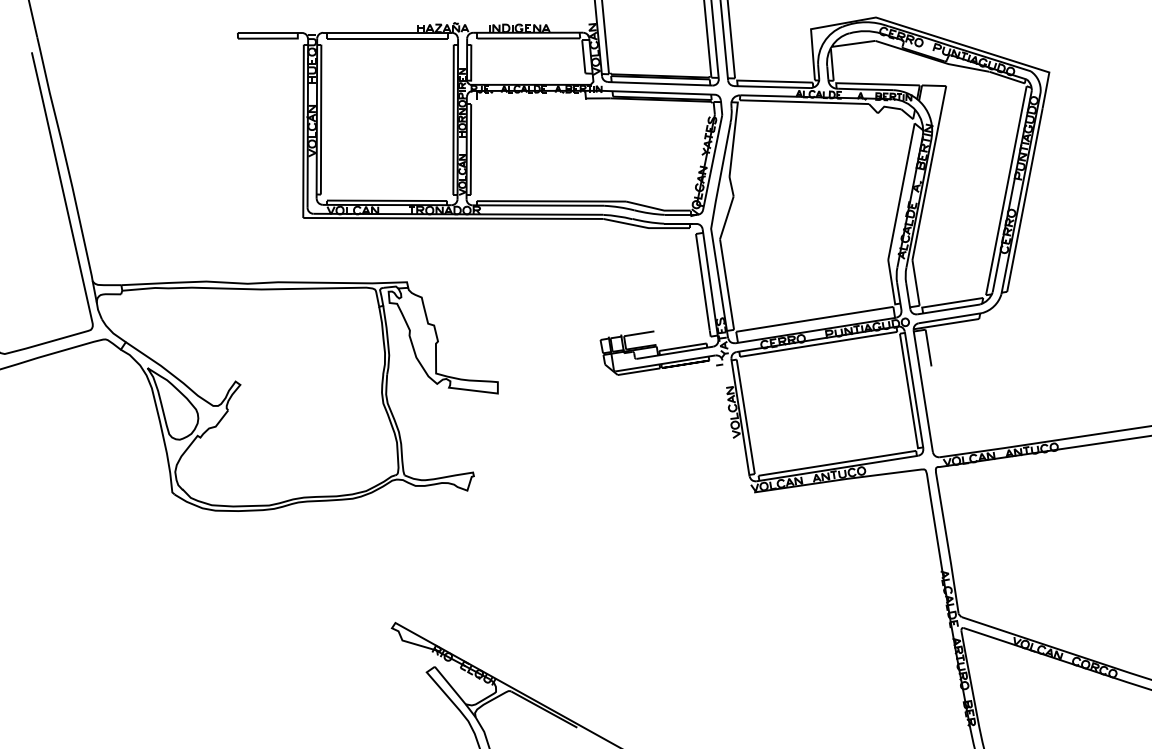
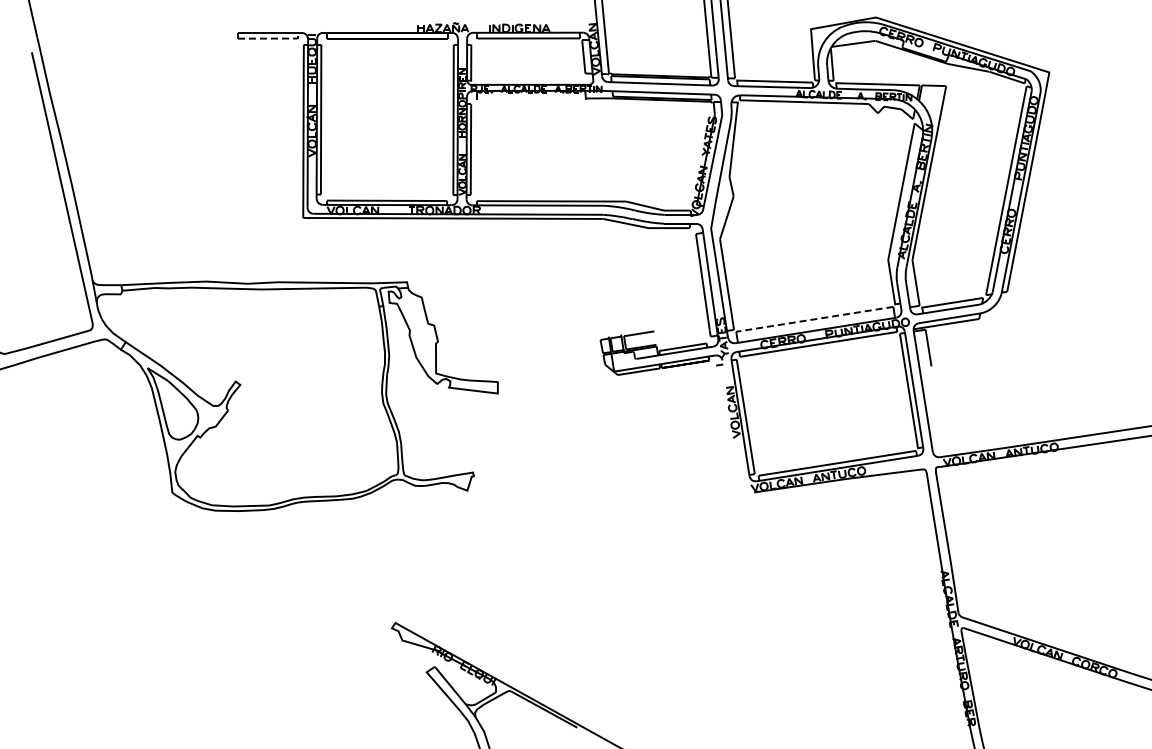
line at (271, 38): solid -> dashed
line at (814, 319): solid -> dashed
